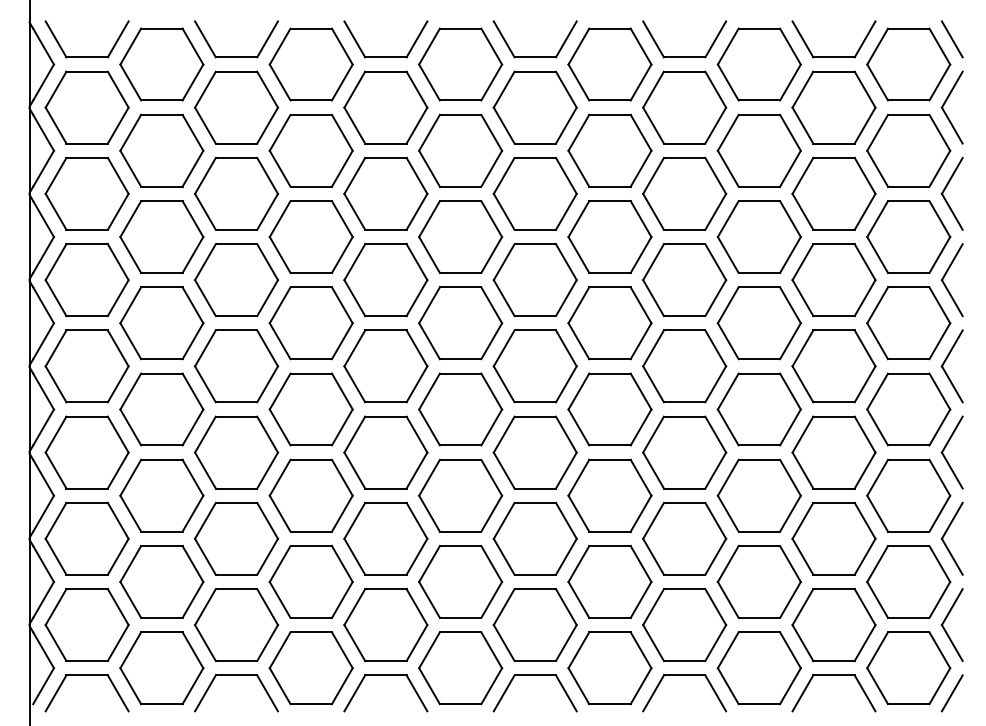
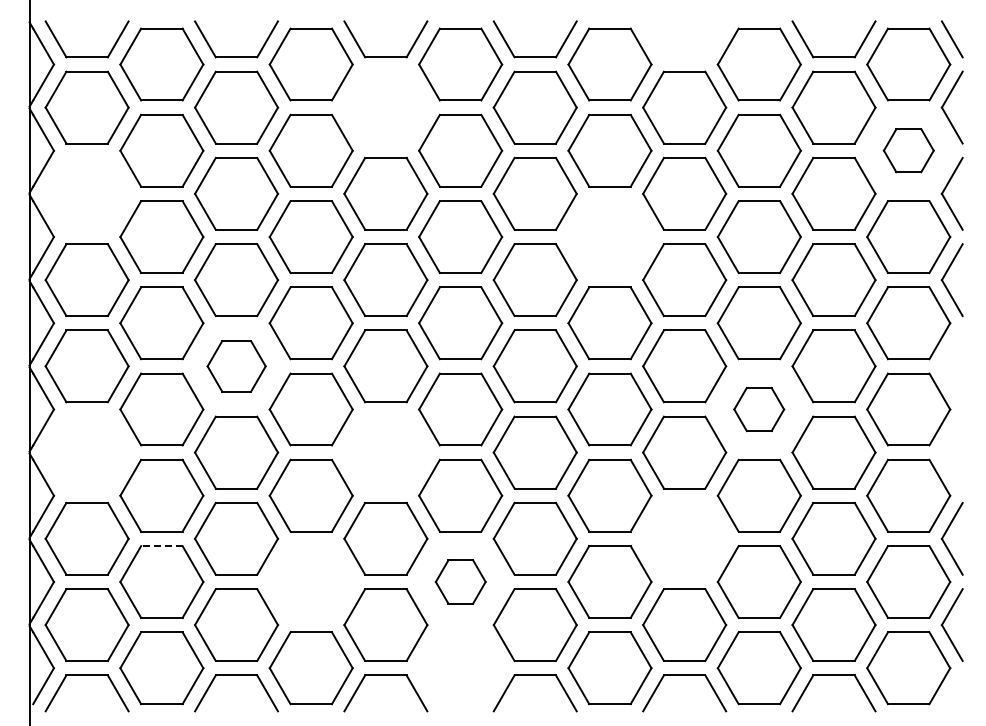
part at (684, 56): present -> none
part at (385, 107): present -> none
part at (908, 150) size: 86x75 px -> 53x46 px
part at (86, 193): present -> none
part at (609, 236): present -> none
part at (945, 362): present -> none
part at (236, 366) size: 86x75 px -> 61x53 px
part at (758, 409) size: 86x75 px -> 53x47 px
part at (945, 448): present -> none
part at (86, 452): present -> none
part at (385, 452): present -> none
part at (684, 538): present -> none
line at (161, 546): solid -> dashed
part at (310, 581): present -> none
part at (460, 581) size: 86x74 px -> 53x46 px
part at (460, 668): present -> none
line at (951, 693): present -> none
